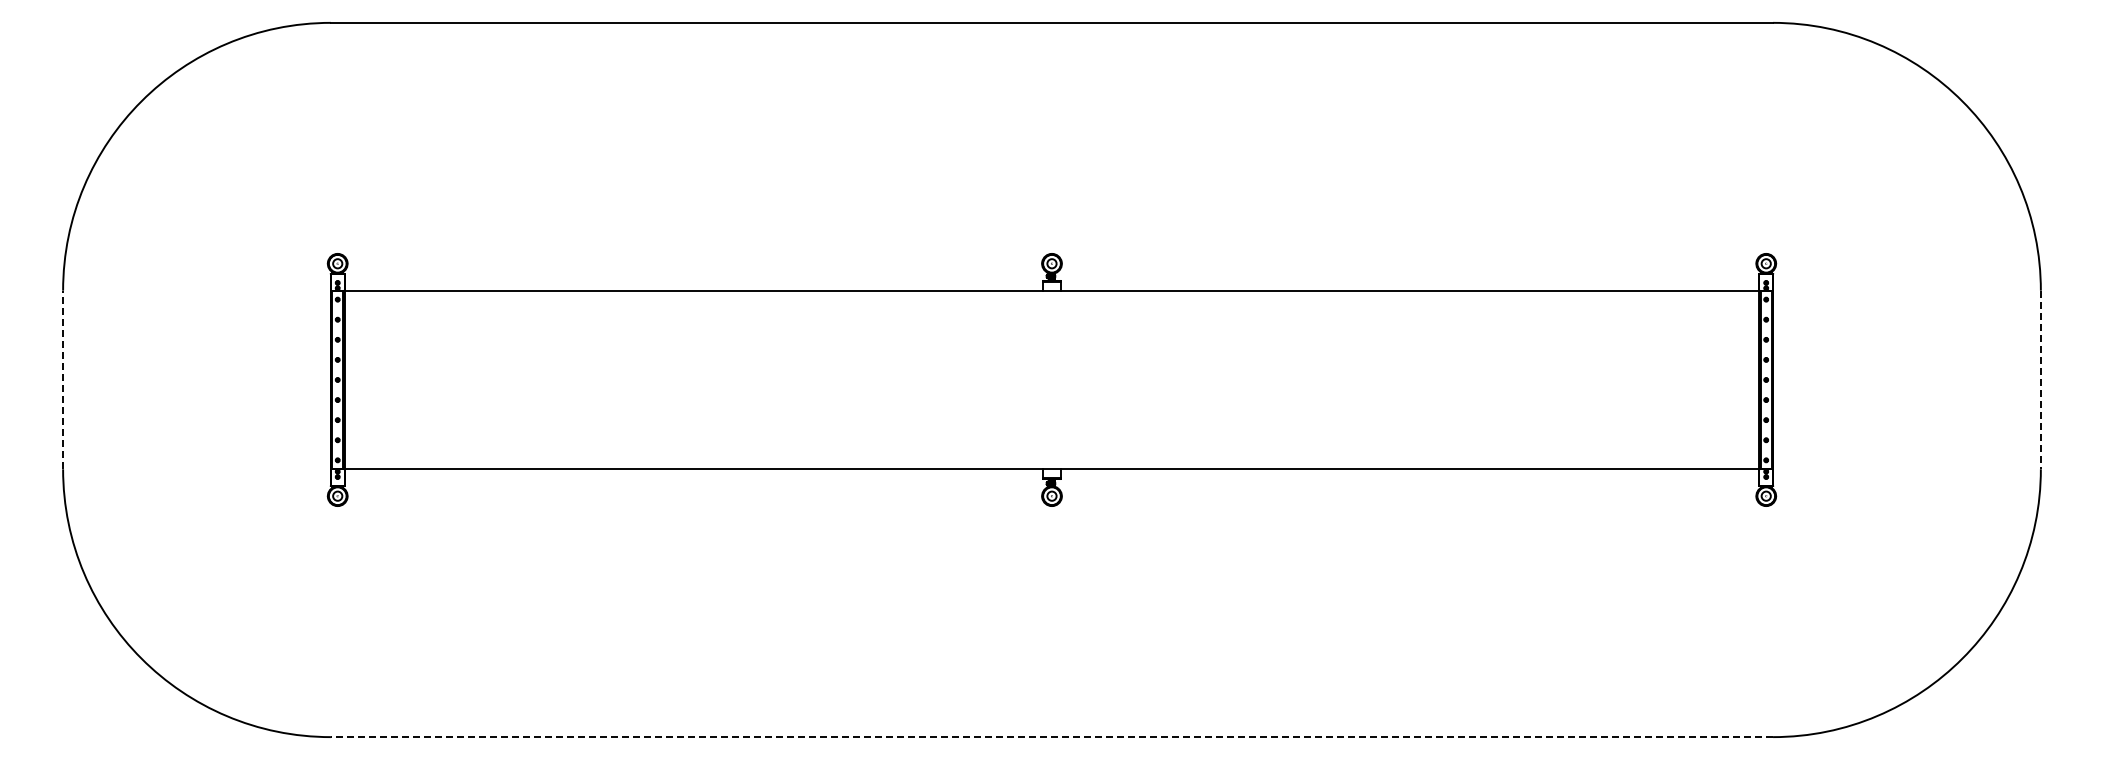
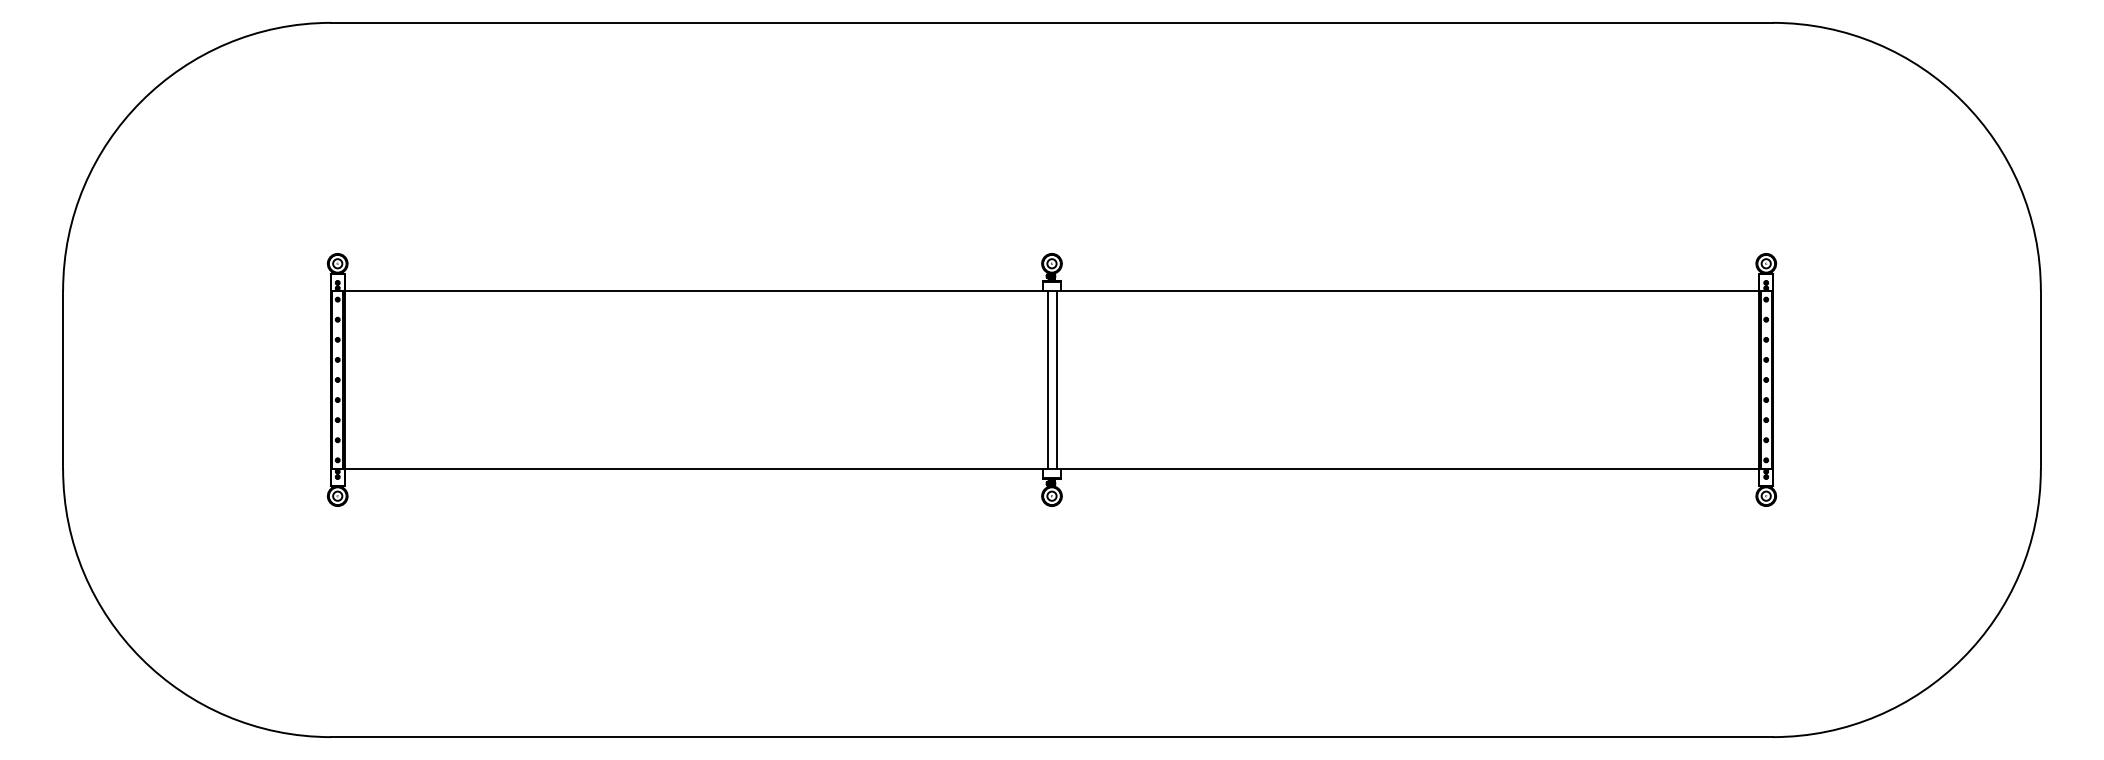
line at (63, 379): dashed -> solid
line at (1048, 379): none -> present
line at (1056, 379): none -> present
line at (2040, 380): dashed -> solid
line at (1051, 737): dashed -> solid
